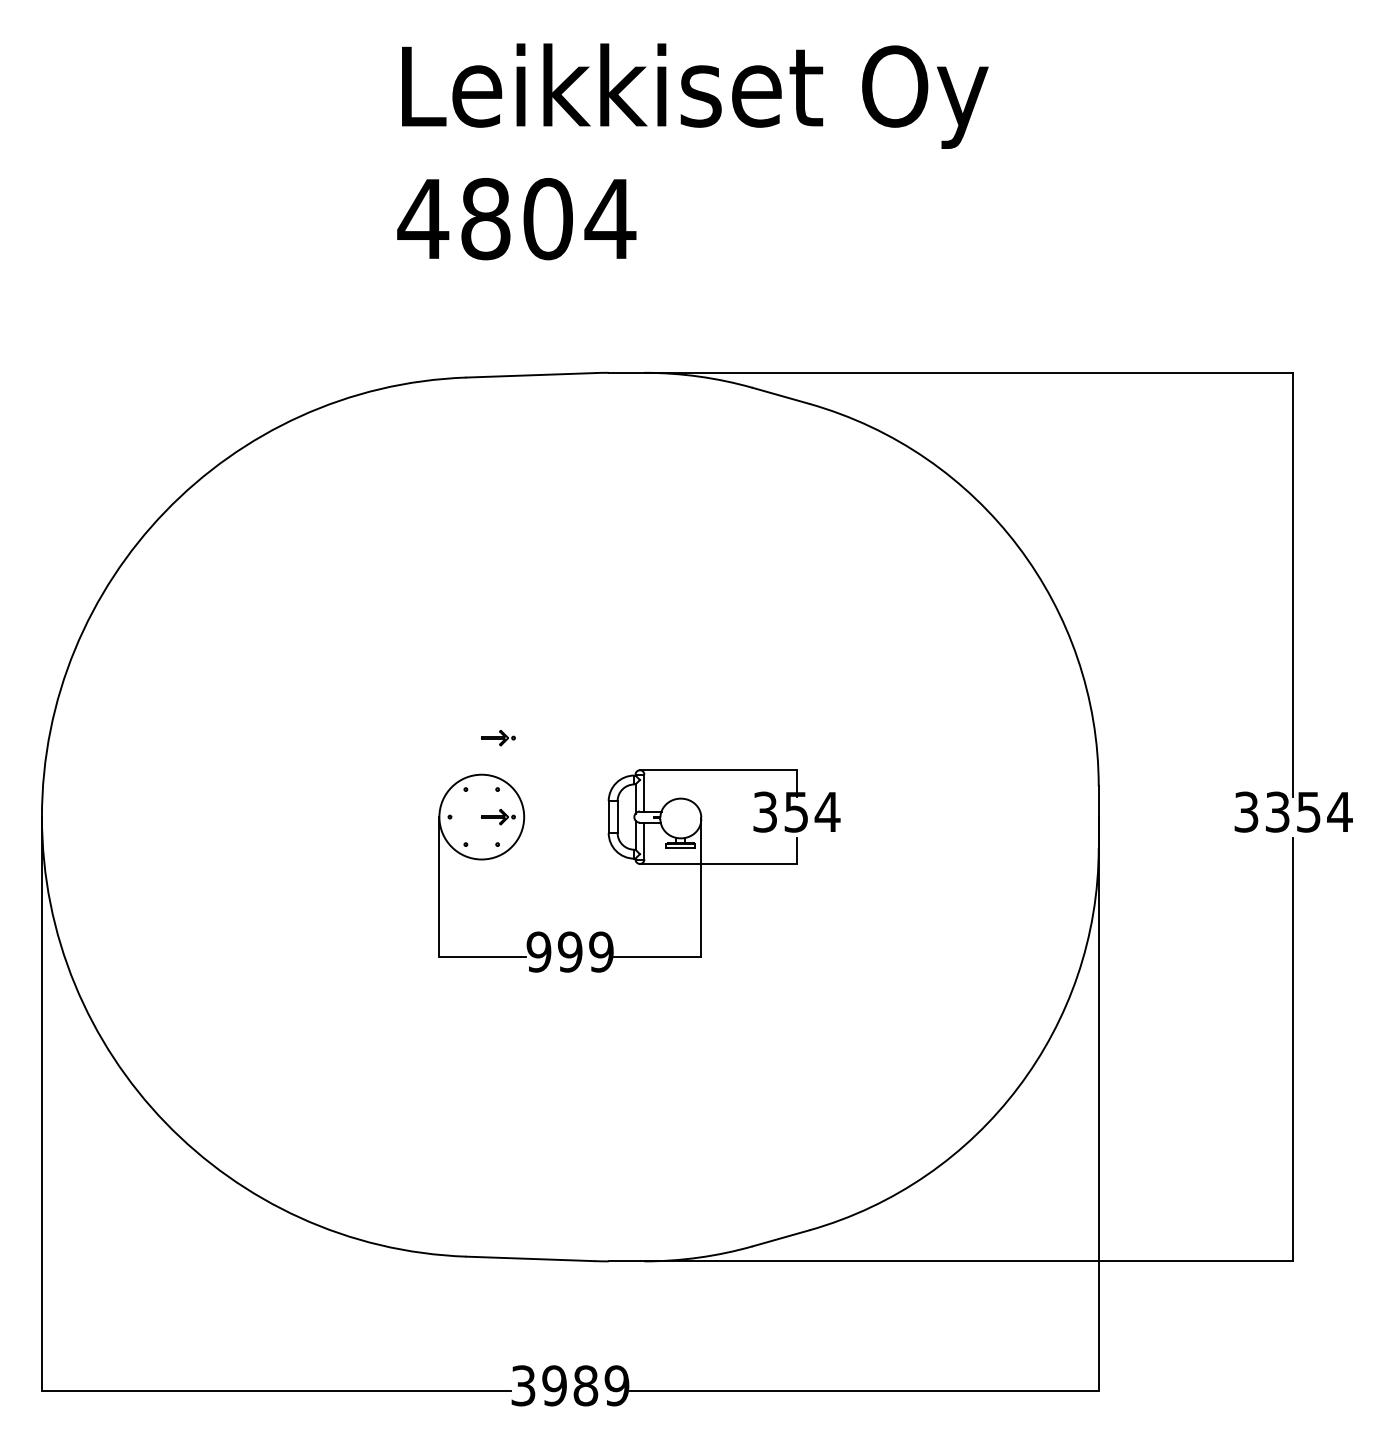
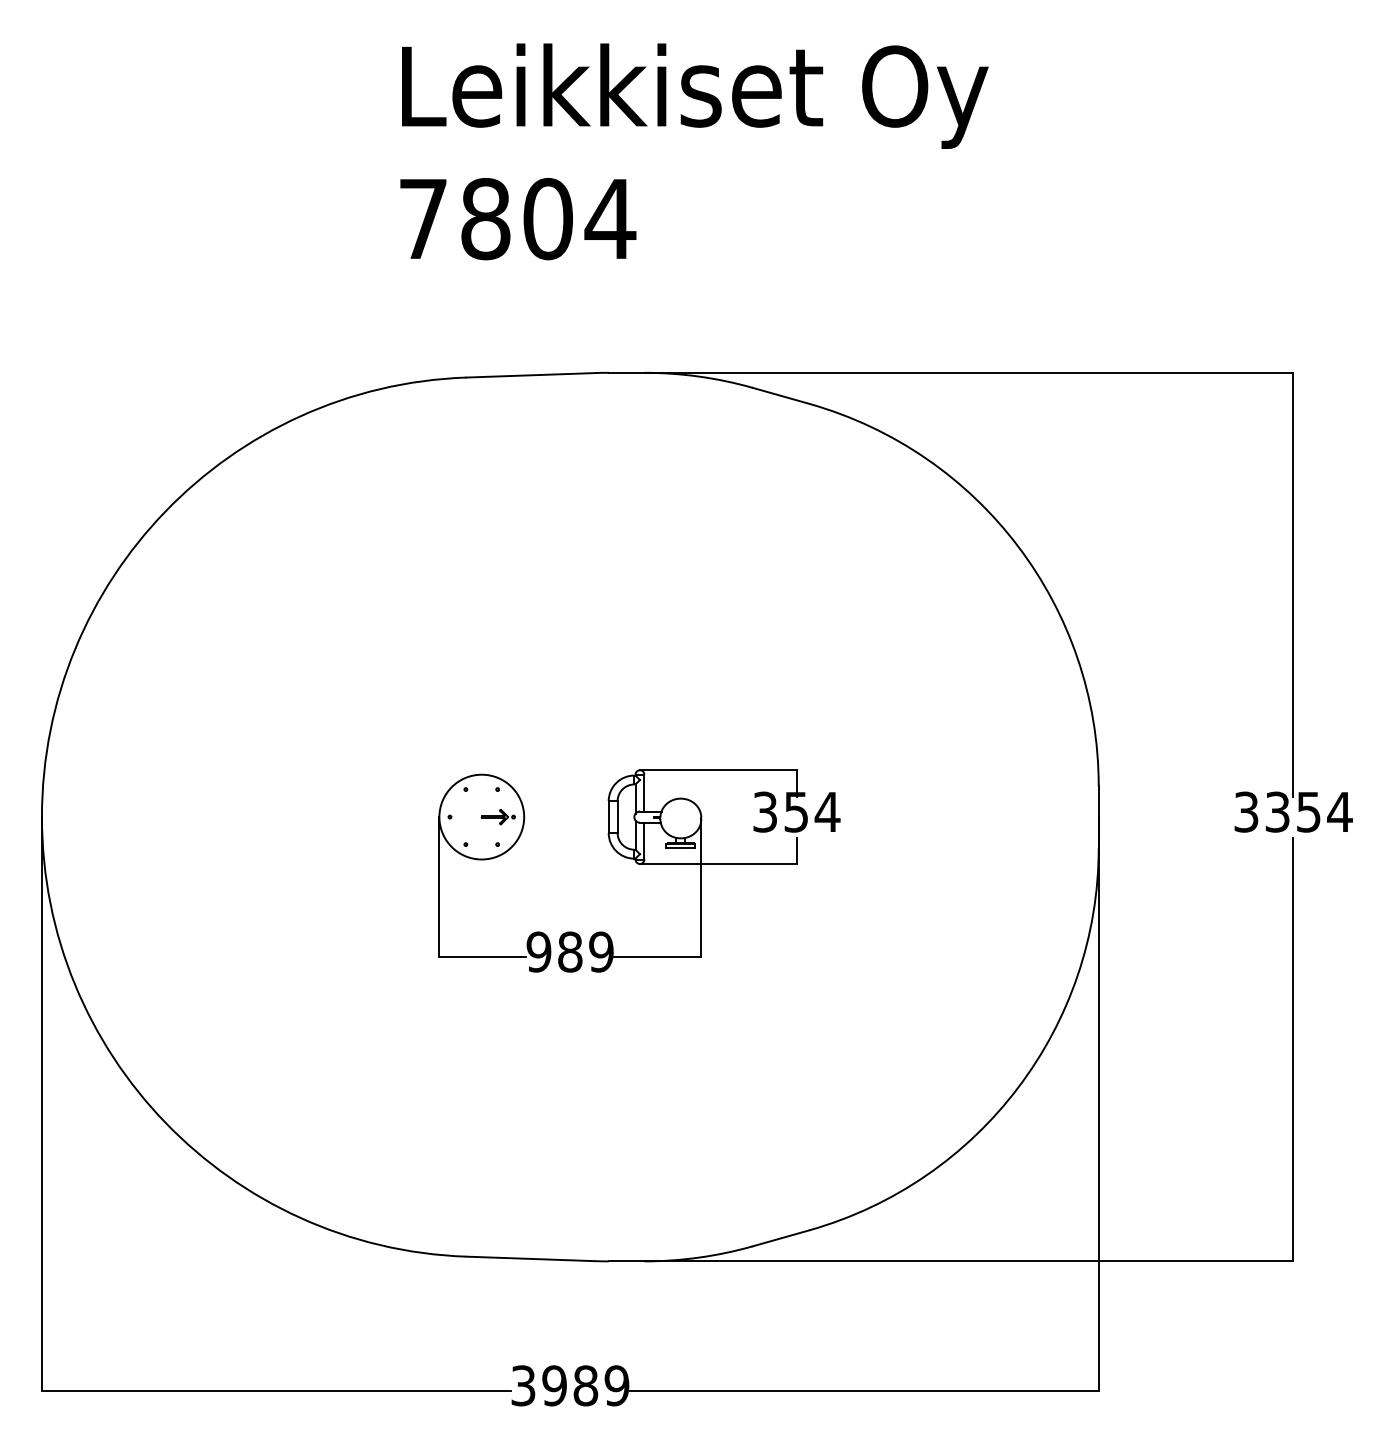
text at (423, 218): 4804 -> 7804
part at (498, 738): present -> none
text at (569, 951): 999 -> 989
